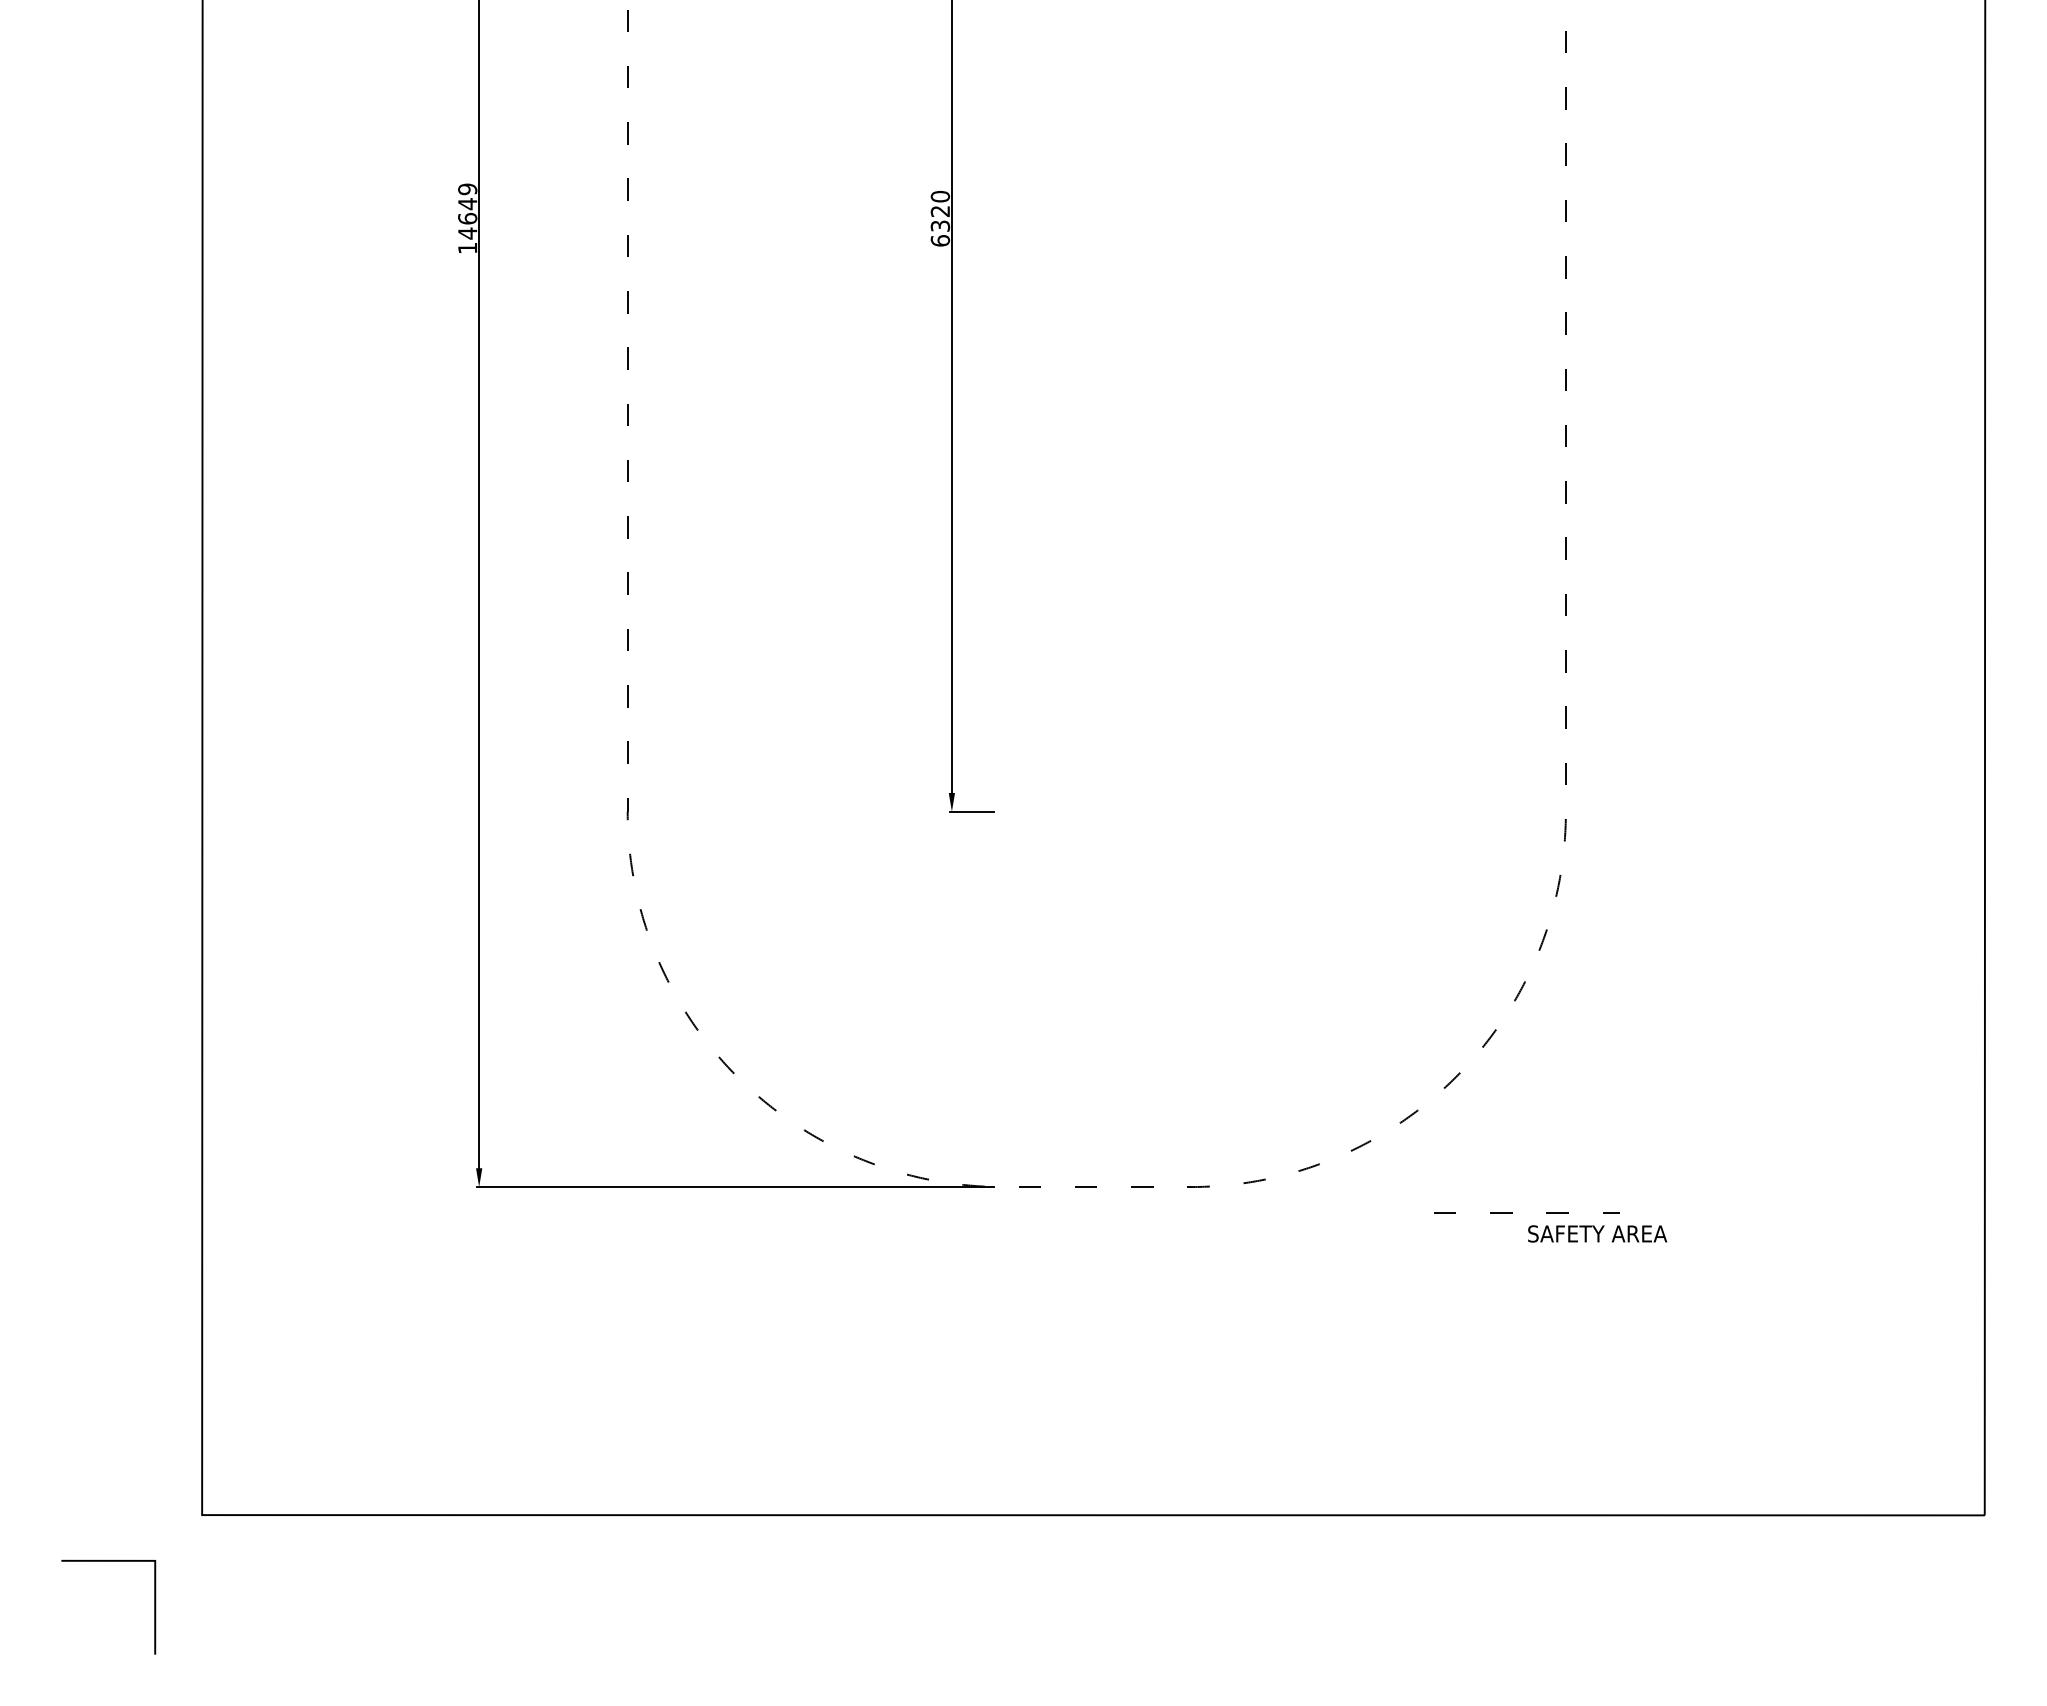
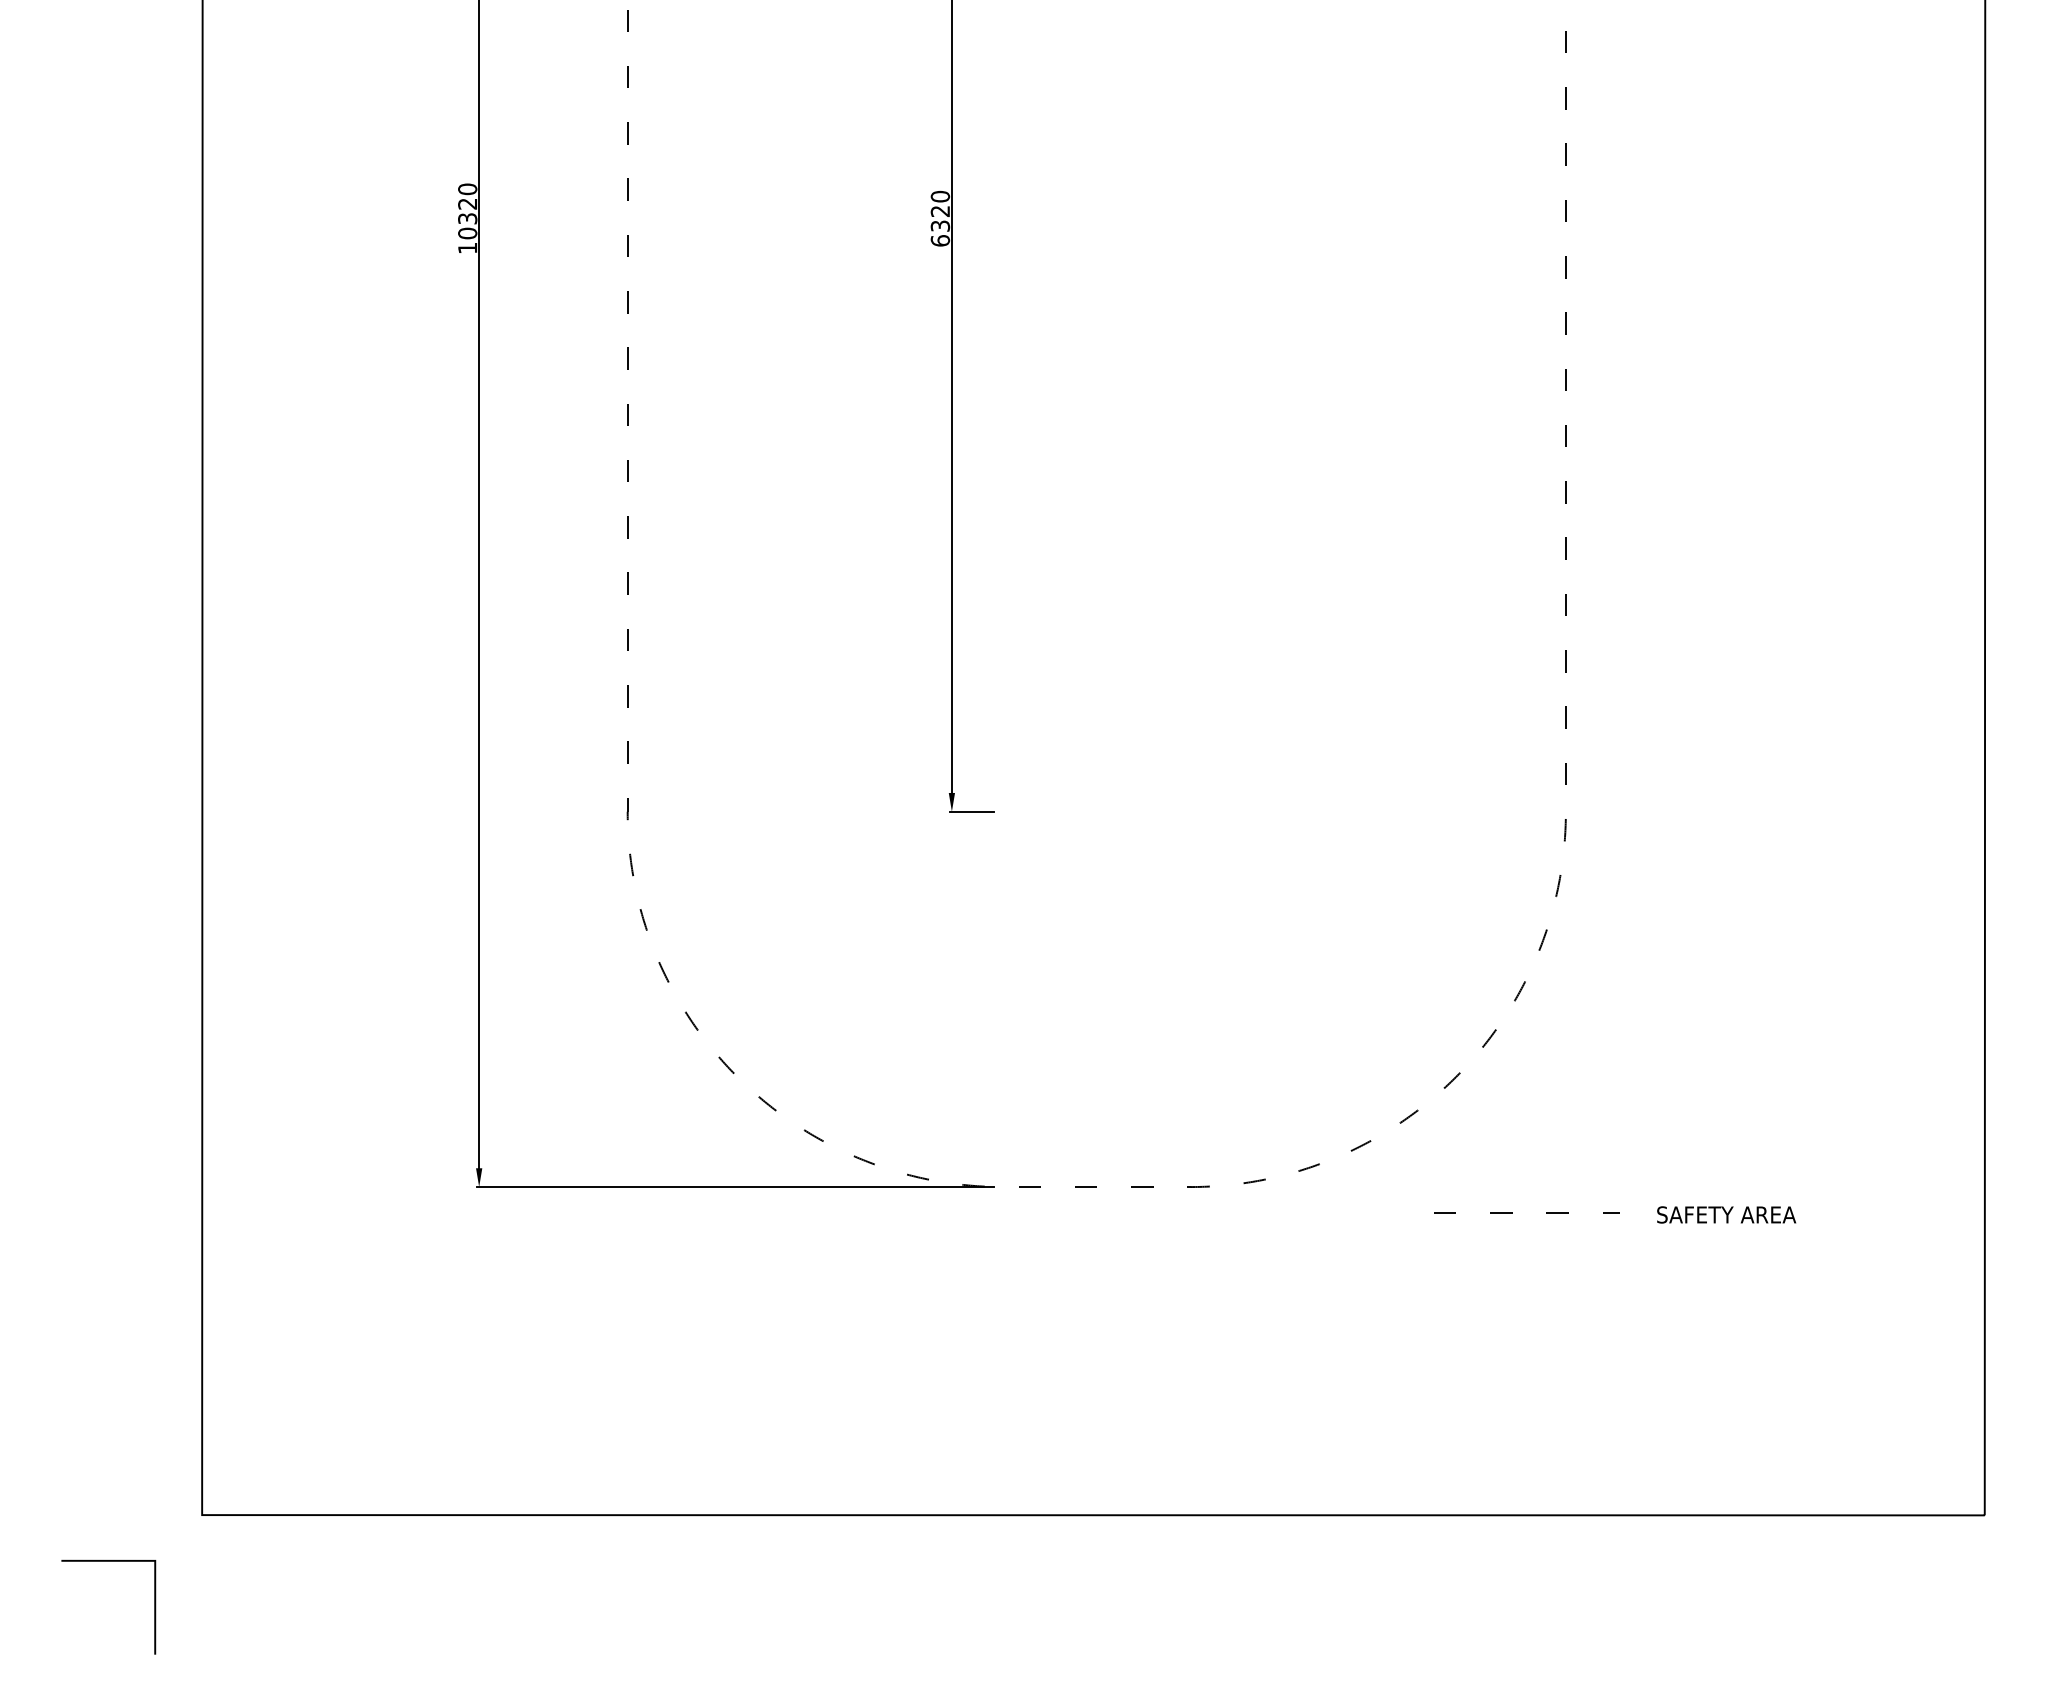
text at (467, 211): 14649 -> 10320
text at (1597, 1233) position: (1597, 1233) -> (1726, 1214)
